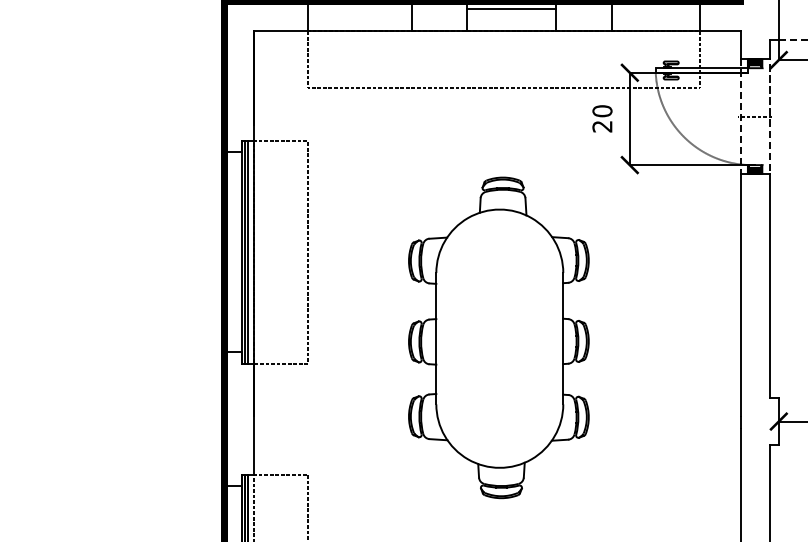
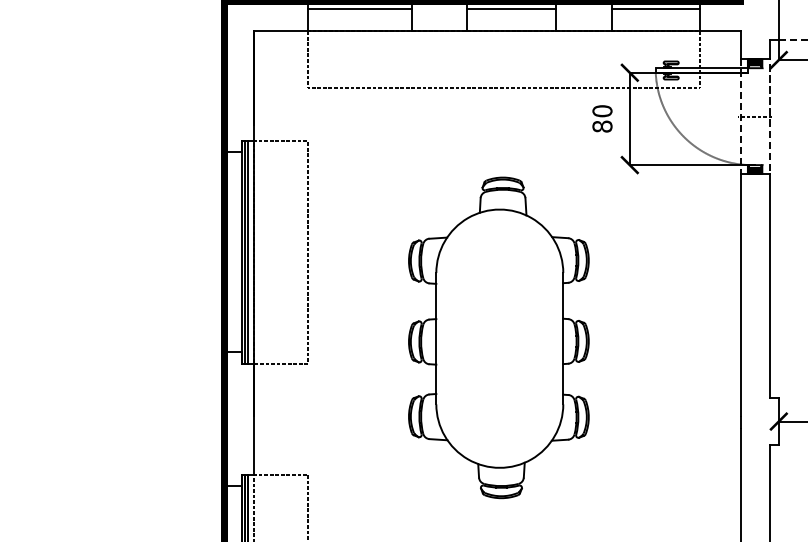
line at (359, 8): none -> present
line at (656, 8): none -> present
text at (602, 126): 20 -> 80
